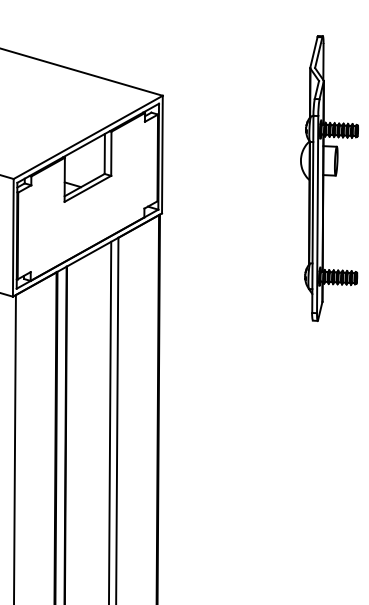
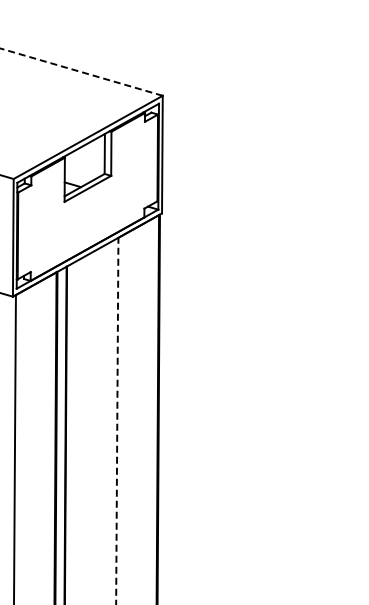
line at (81, 72): solid -> dashed
part at (329, 178): present -> none
line at (117, 420): solid -> dashed
line at (110, 421): present -> none
